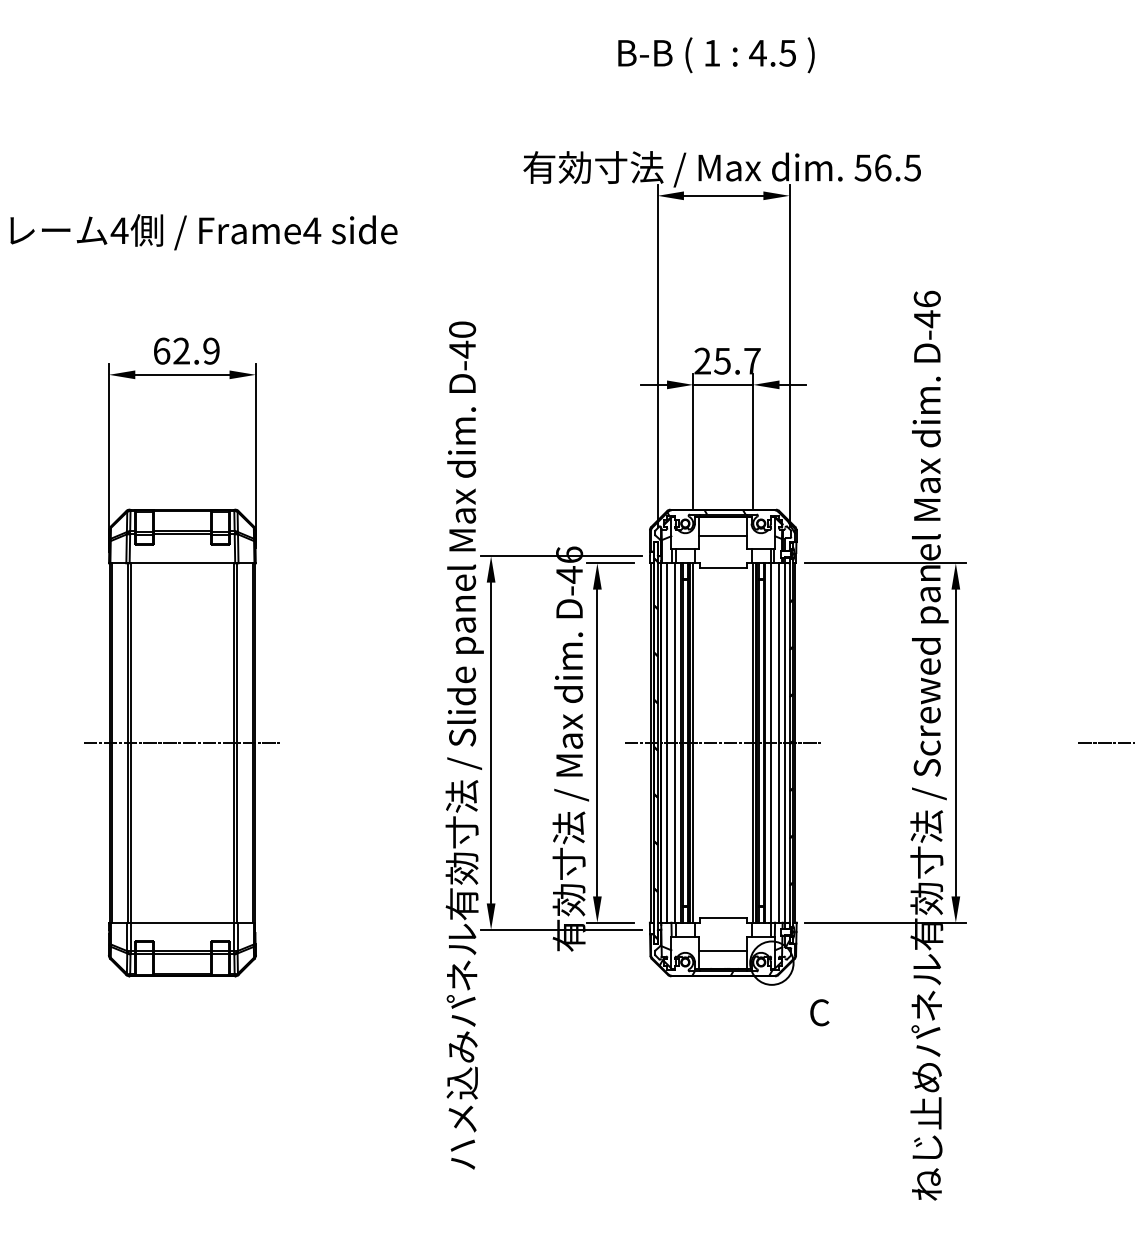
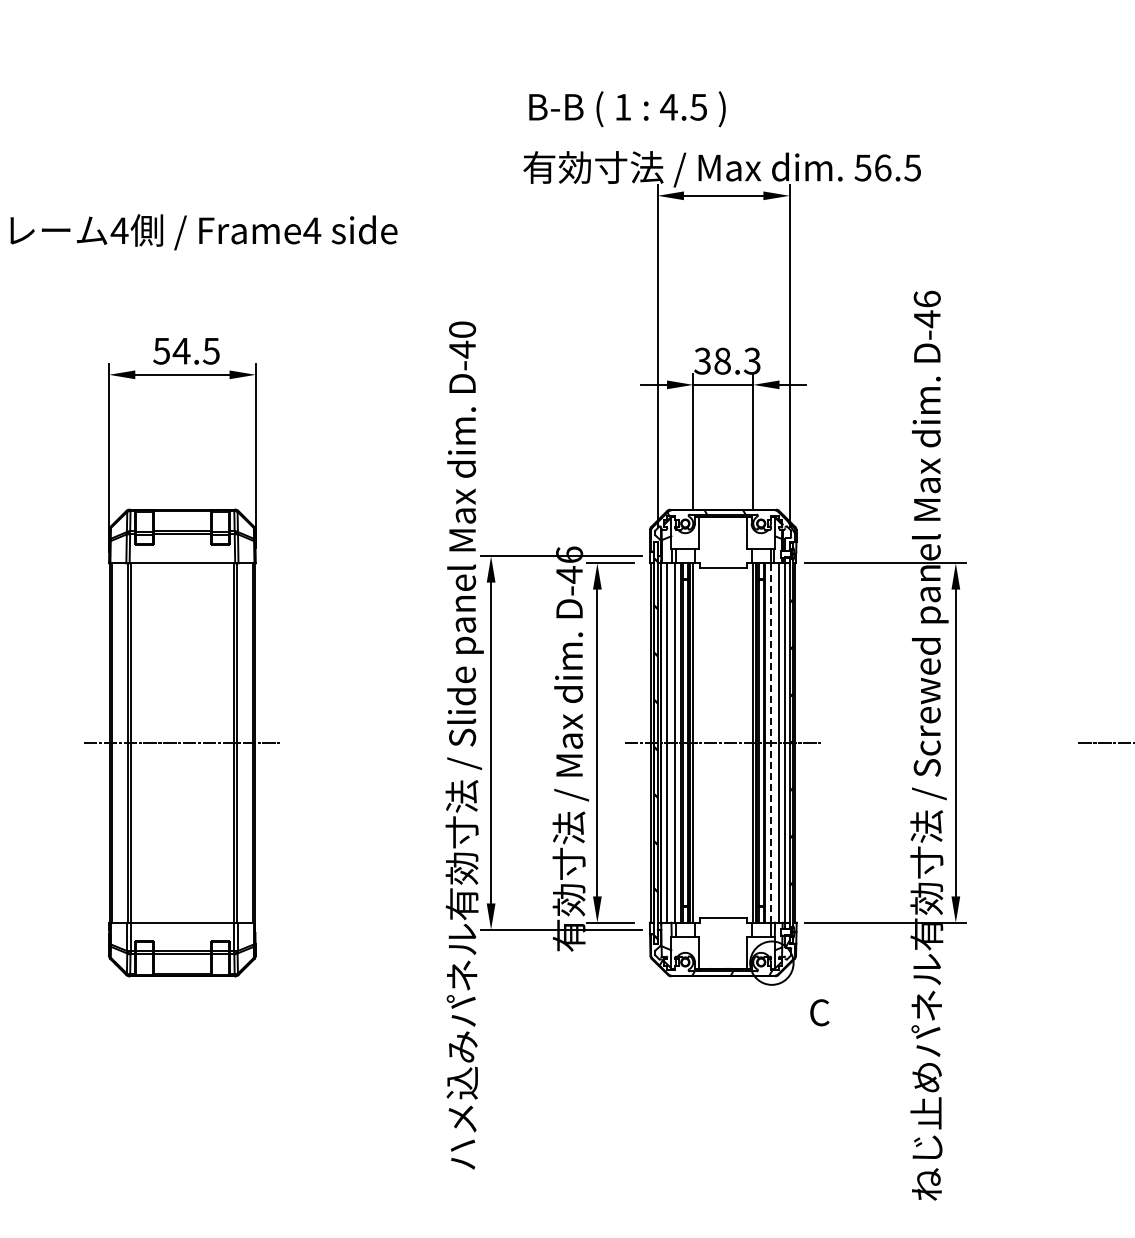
text at (716, 55) position: (716, 55) -> (627, 109)
text at (186, 350): 62.9 -> 54.5
text at (727, 360): 25.7 -> 38.3
line at (723, 535): present -> none
line at (771, 743): solid -> dashed
line at (723, 950): present -> none
